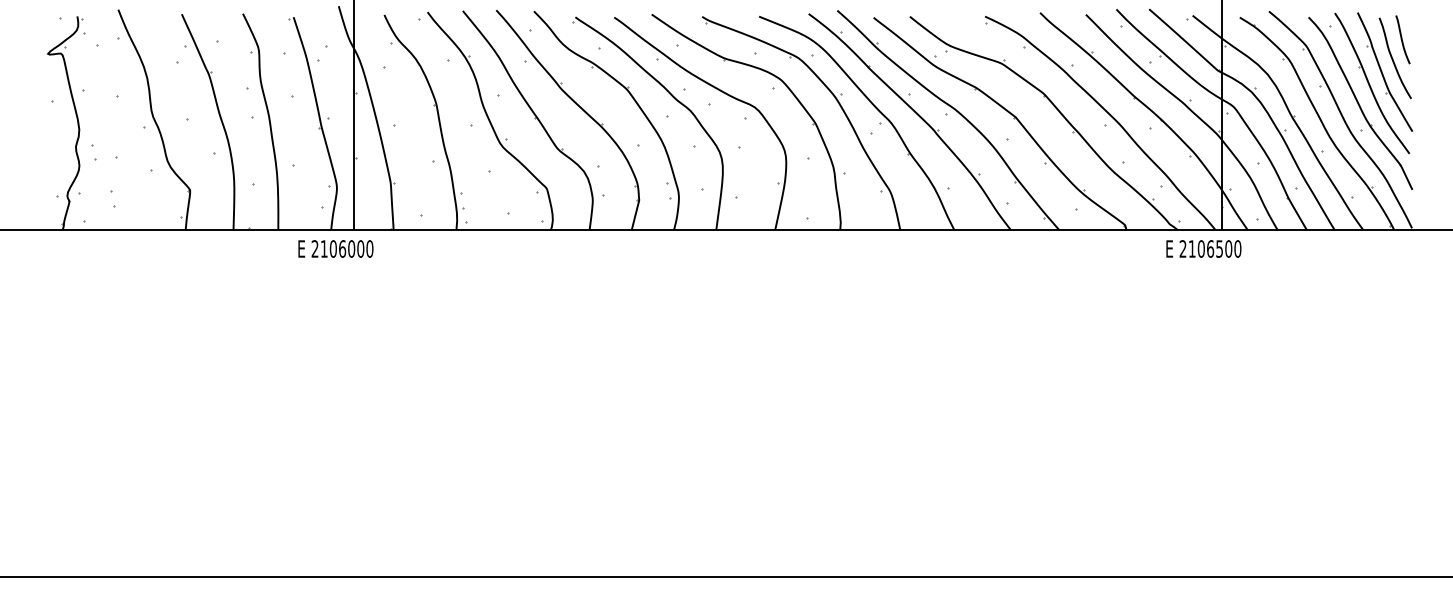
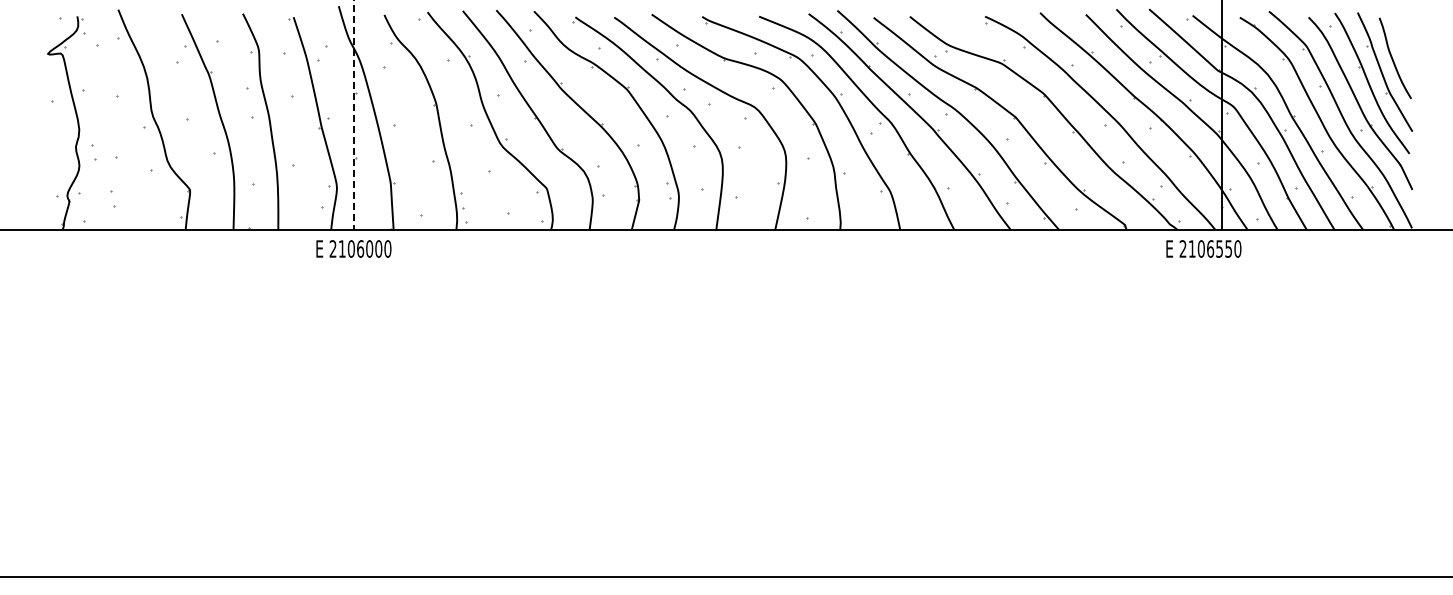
curve at (1402, 39): present -> none
line at (353, 115): solid -> dashed
text at (335, 248) position: (335, 248) -> (353, 248)
text at (1228, 248): 2106500 -> 2106550
